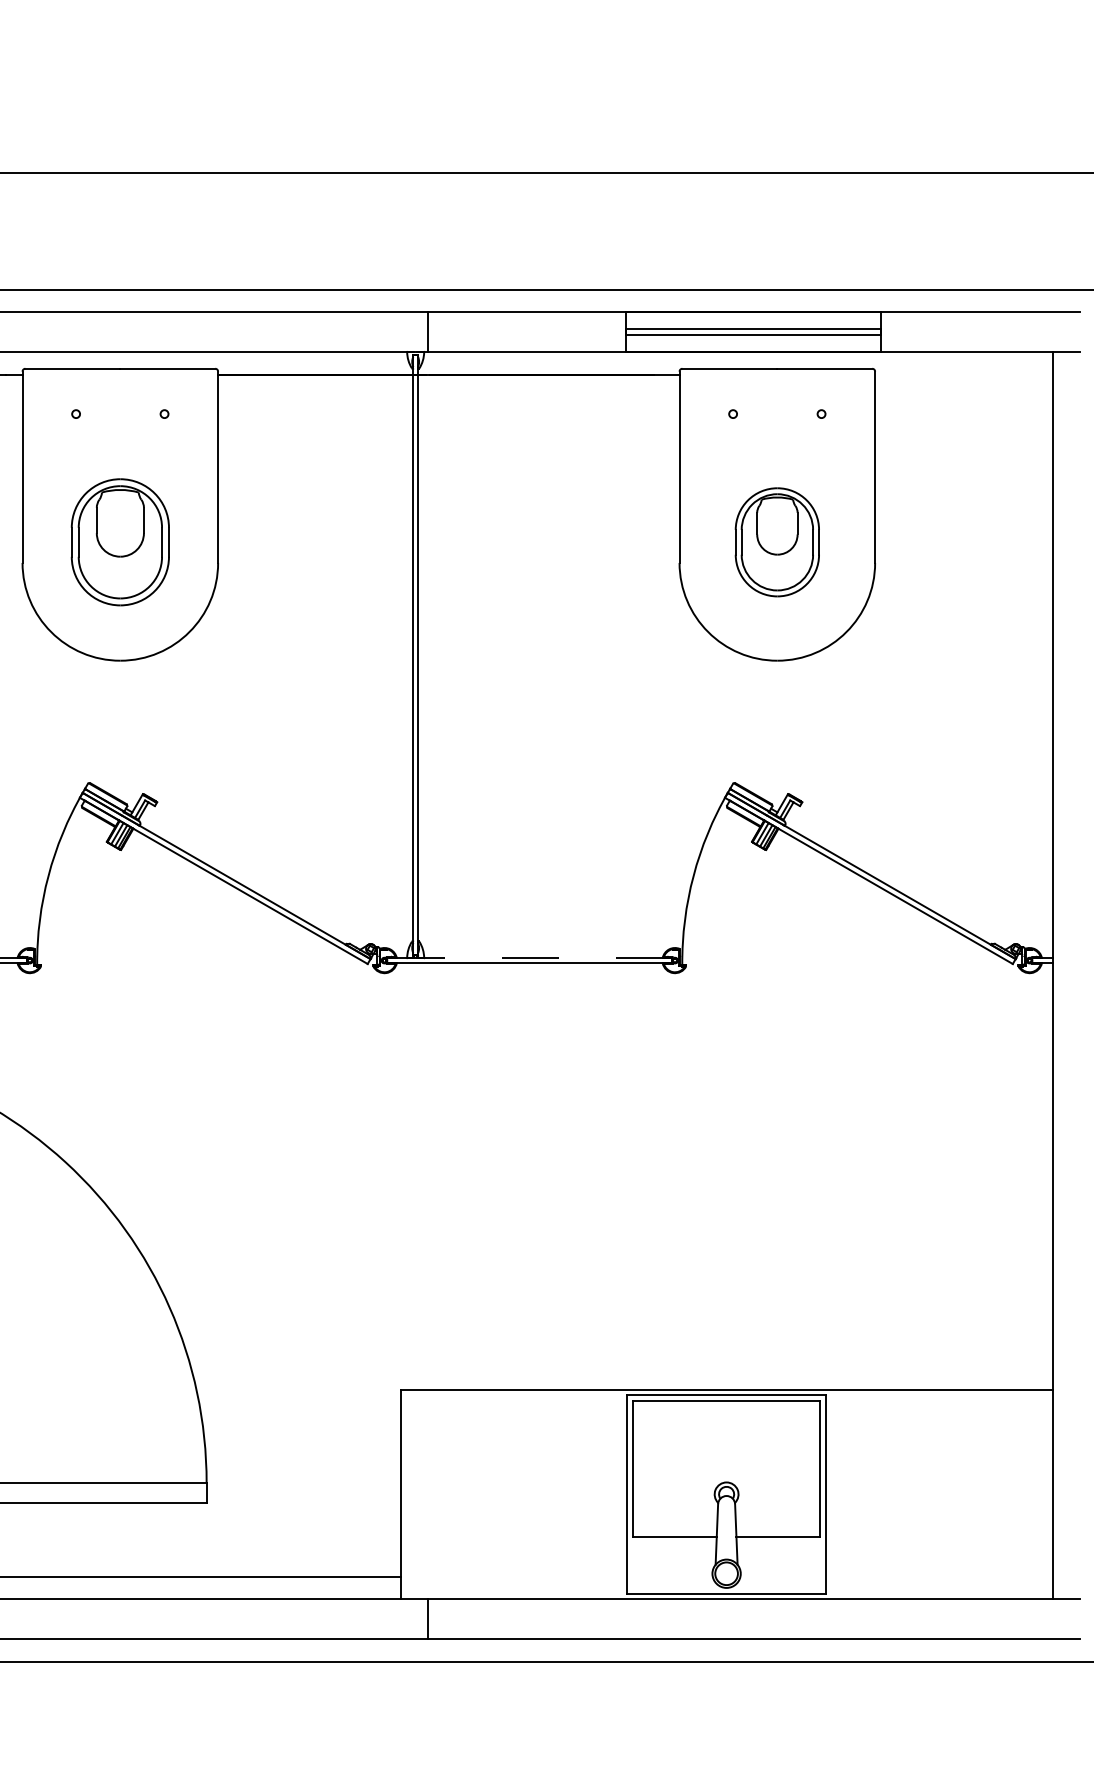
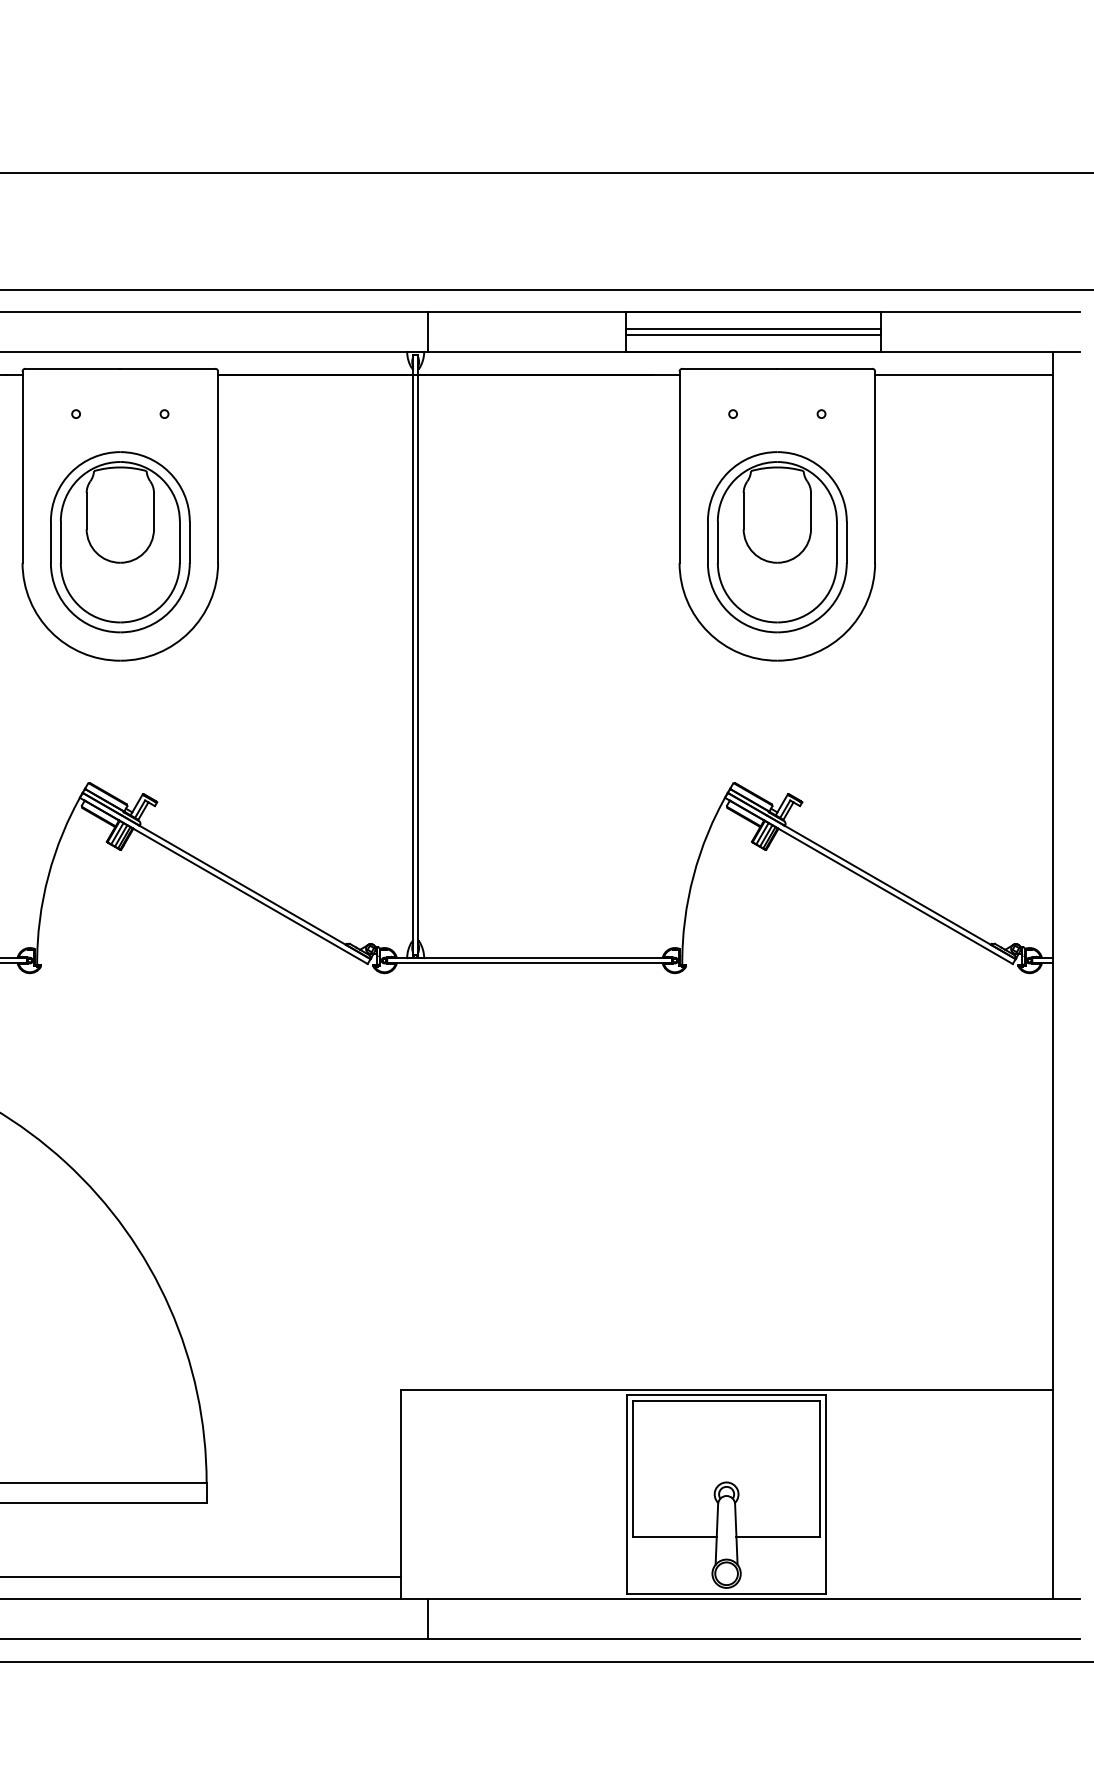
line at (963, 374): none -> present
part at (119, 542) size: 100x129 px -> 141x183 px
part at (776, 542) size: 86x111 px -> 141x183 px
line at (529, 958): dashed -> solid
